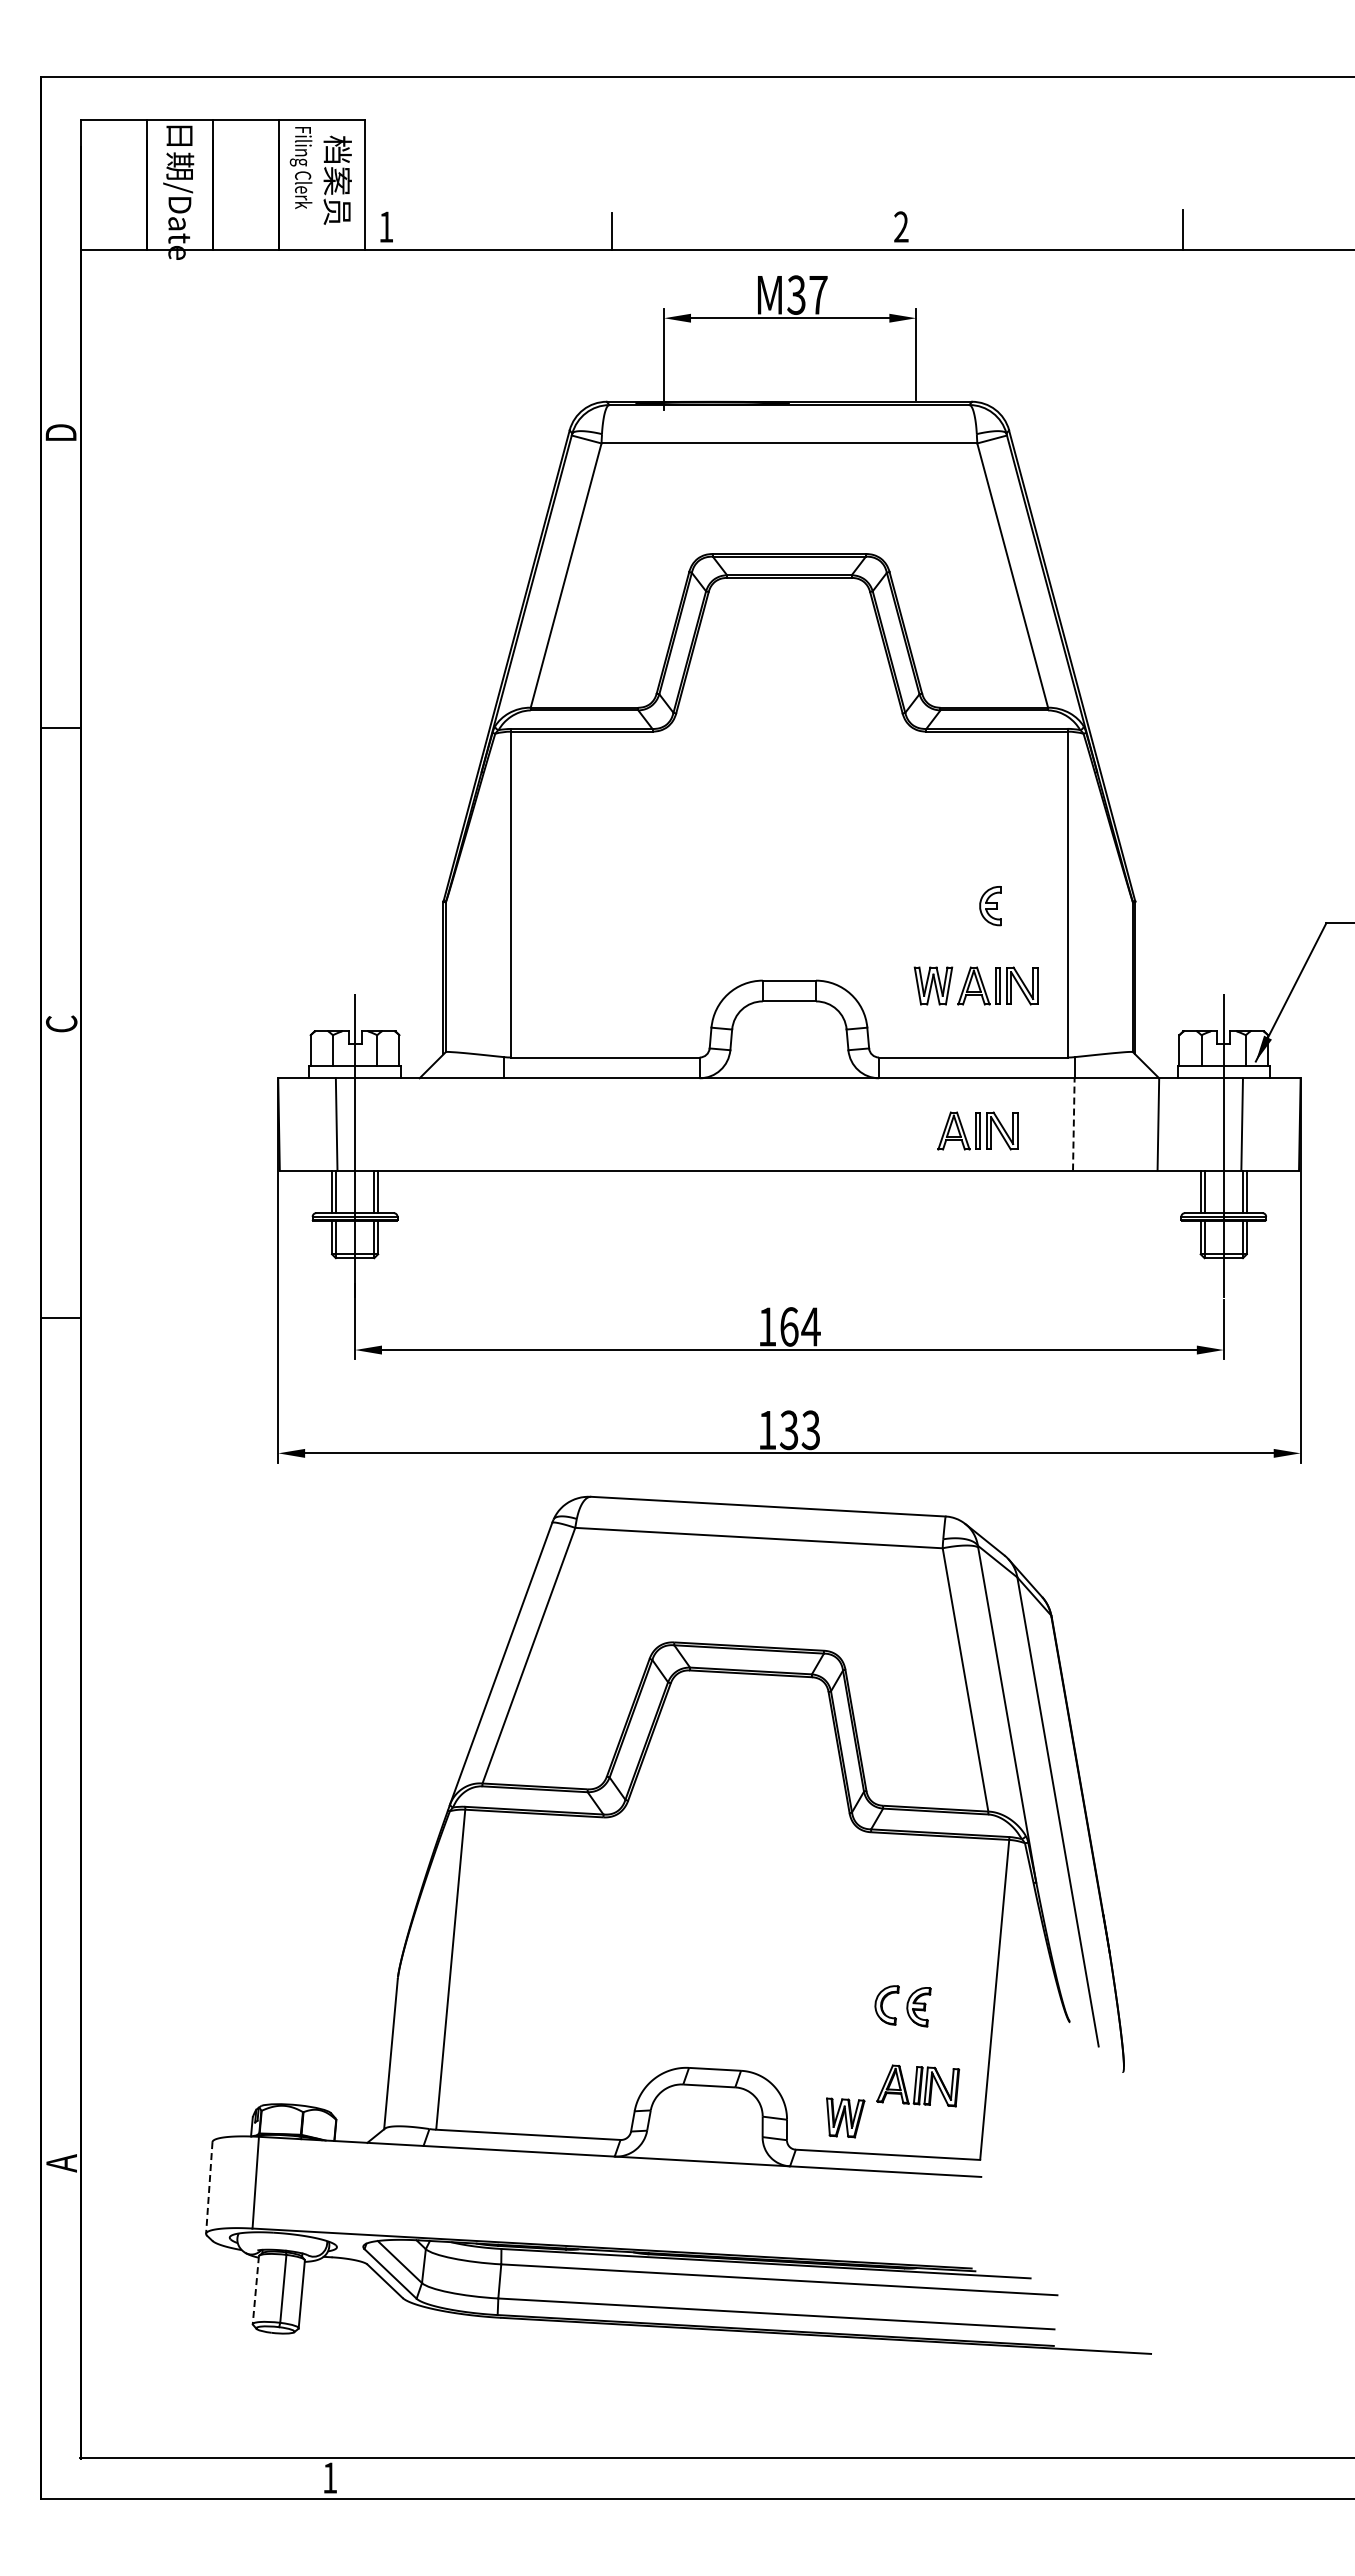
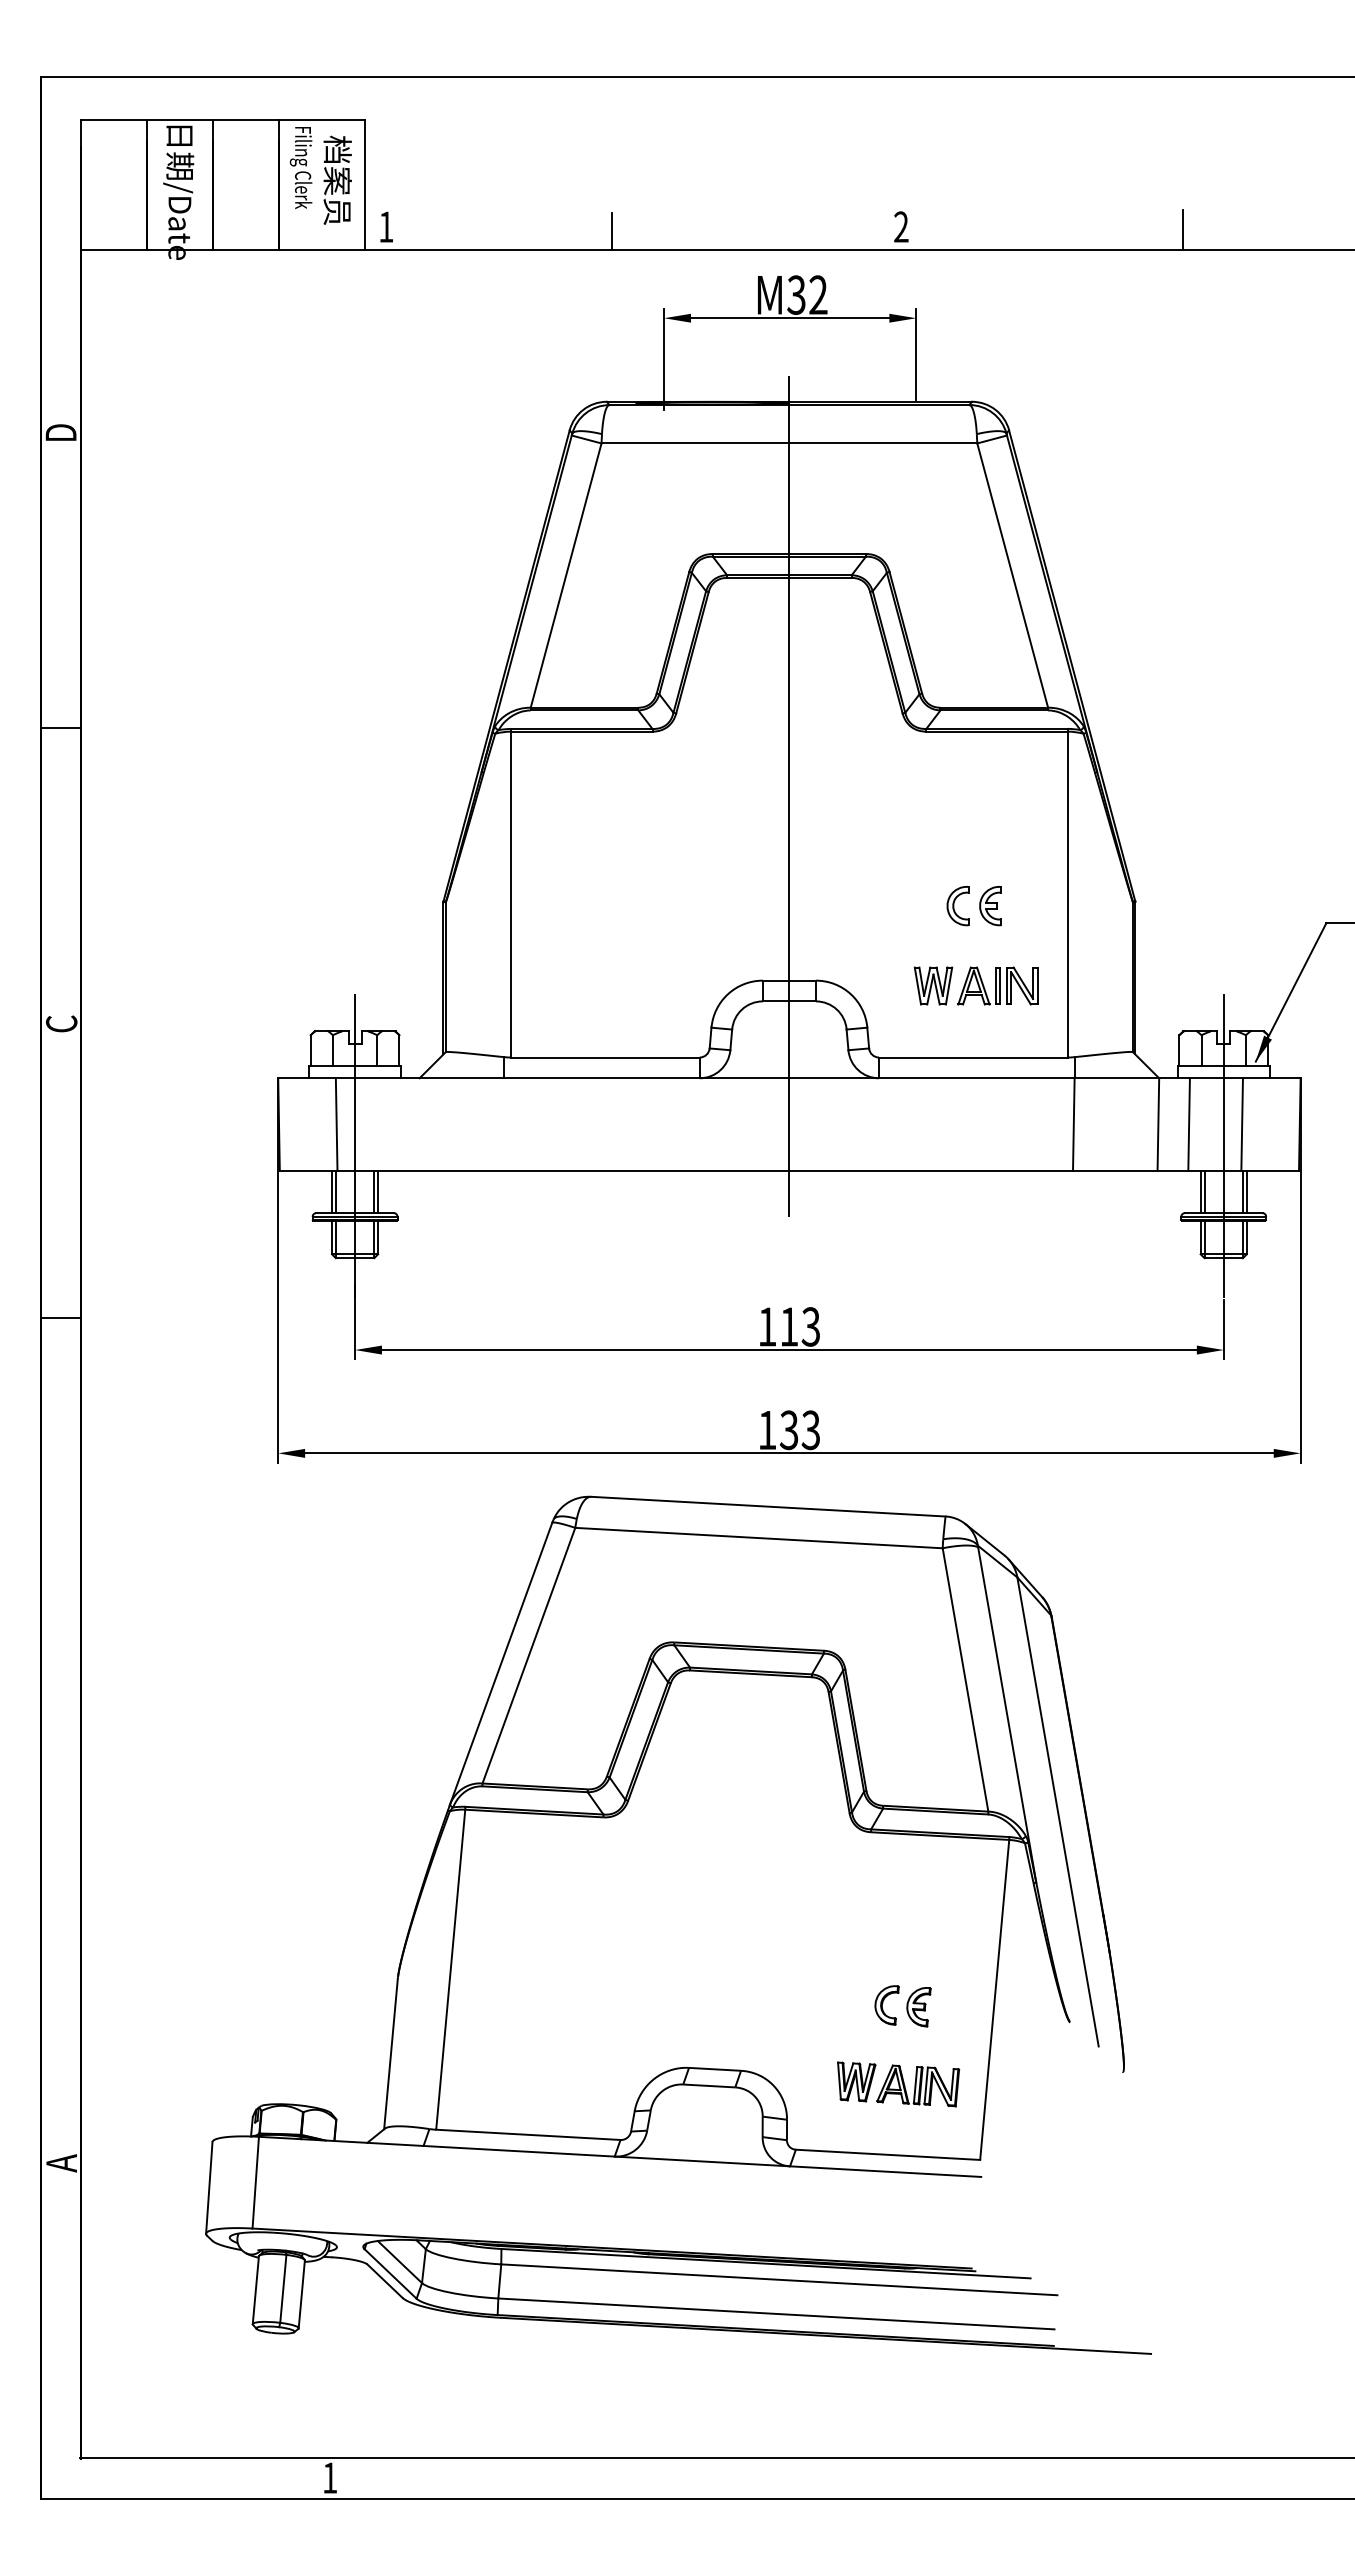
text at (818, 294): M37 -> M32
line at (789, 796): none -> present
part at (957, 906): none -> present
line at (1073, 1123): dashed -> solid
line at (1188, 1124): none -> present
part at (977, 1130): present -> none
text at (800, 1326): 164 -> 113
part at (845, 2117) position: (845, 2117) -> (856, 2081)
line at (209, 2188): dashed -> solid
line at (255, 2290): dashed -> solid
